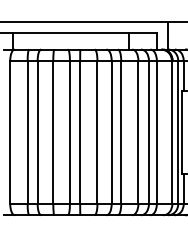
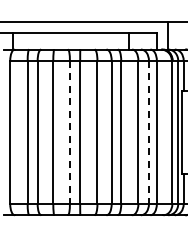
line at (69, 132): solid -> dashed
line at (148, 132): solid -> dashed
